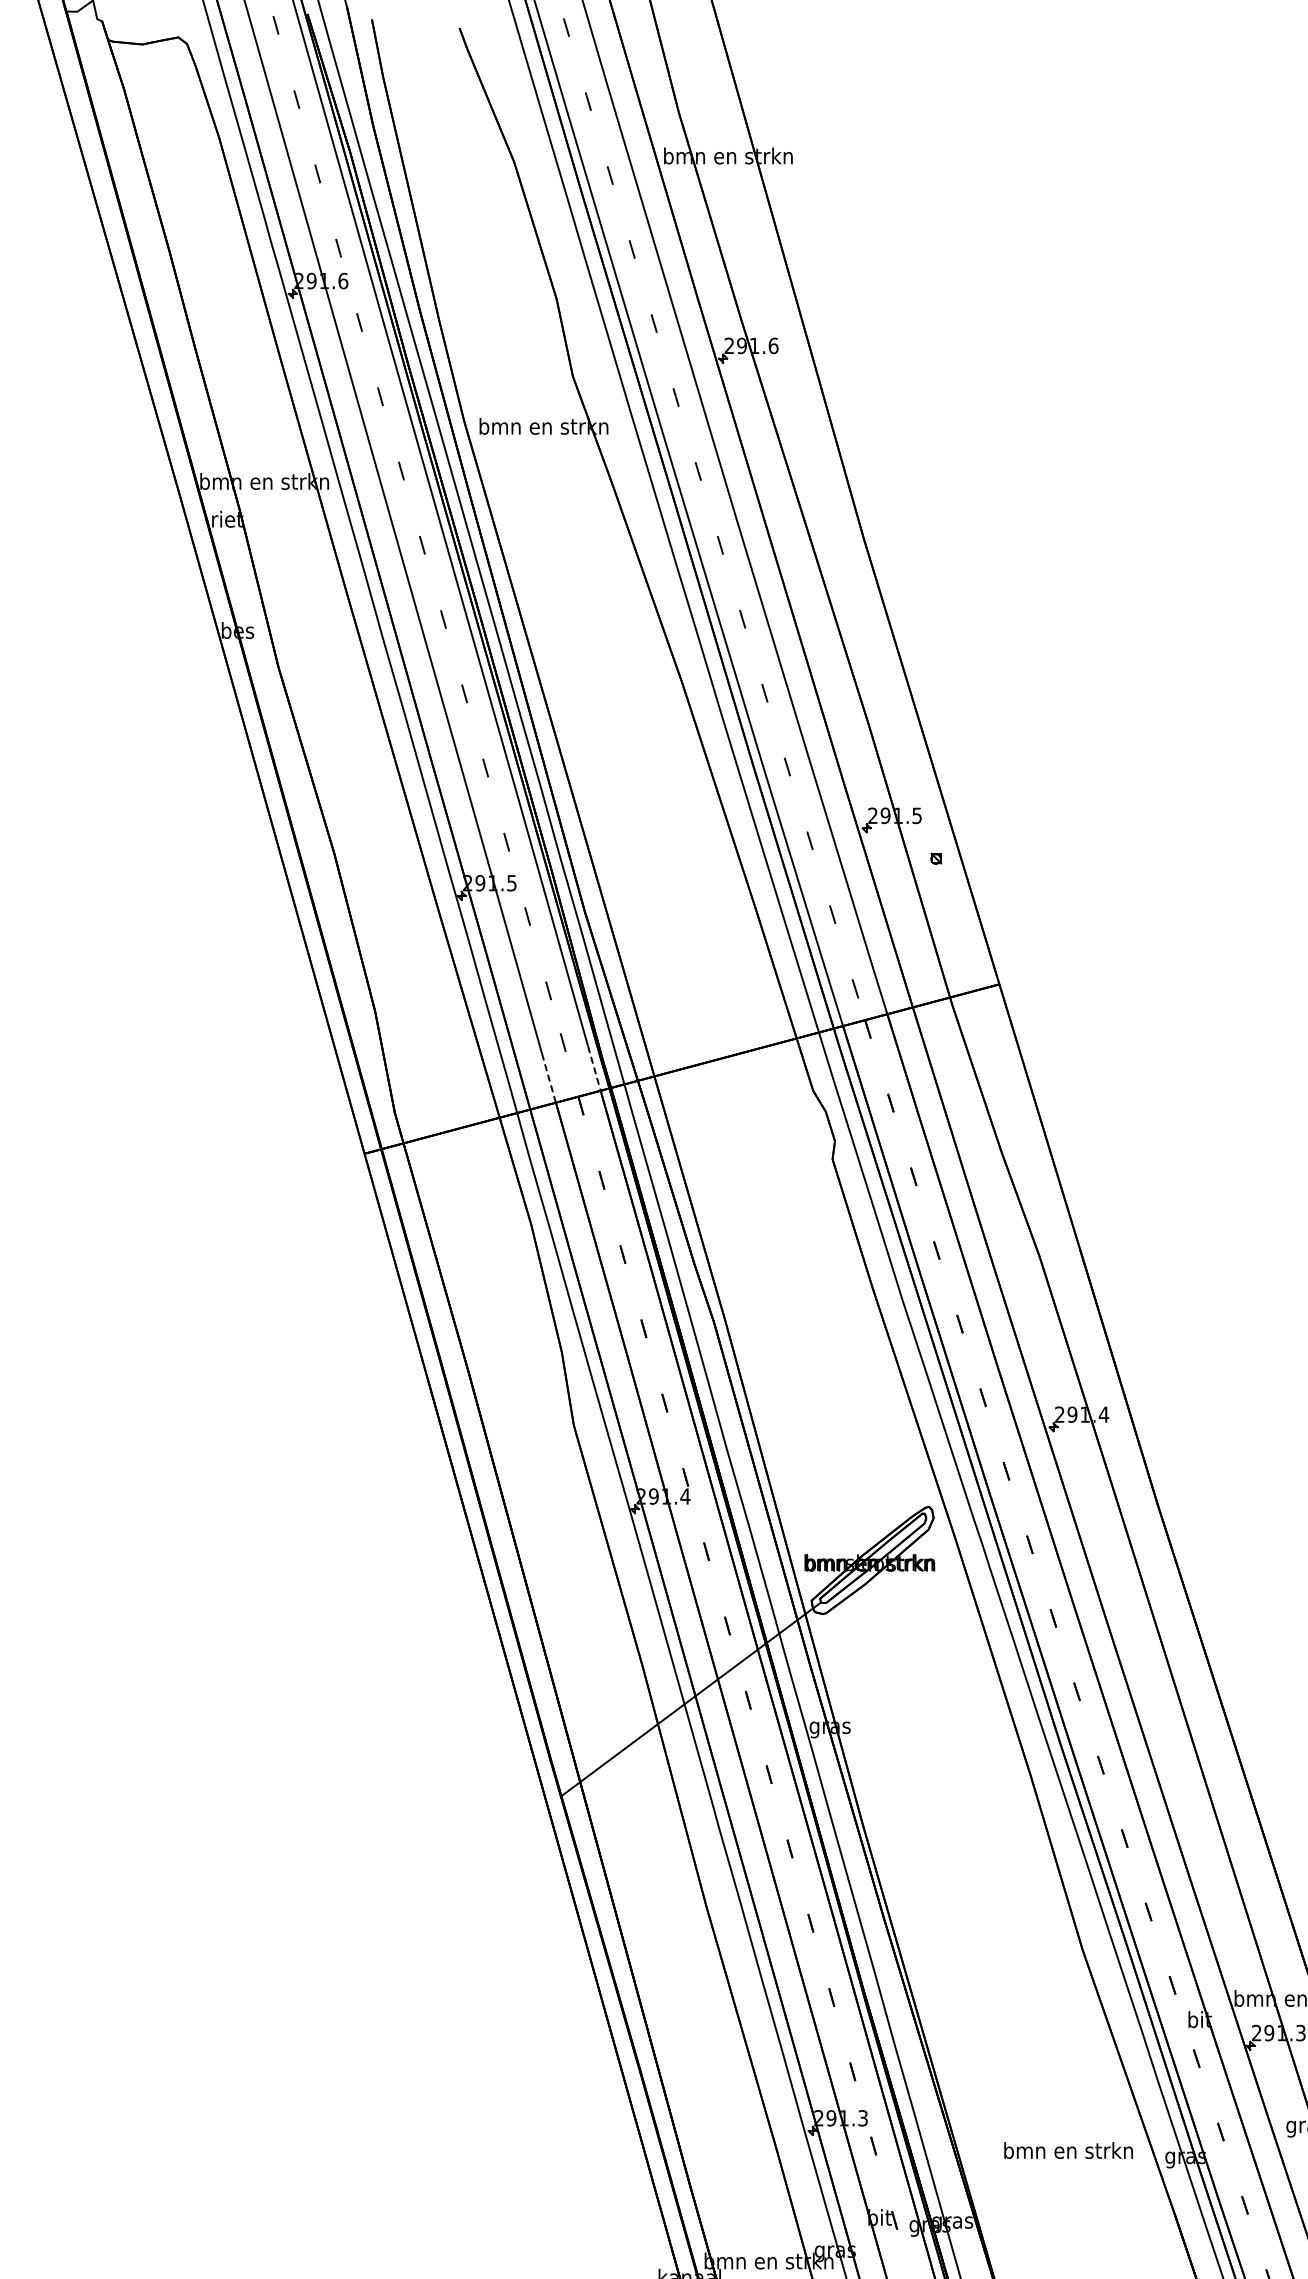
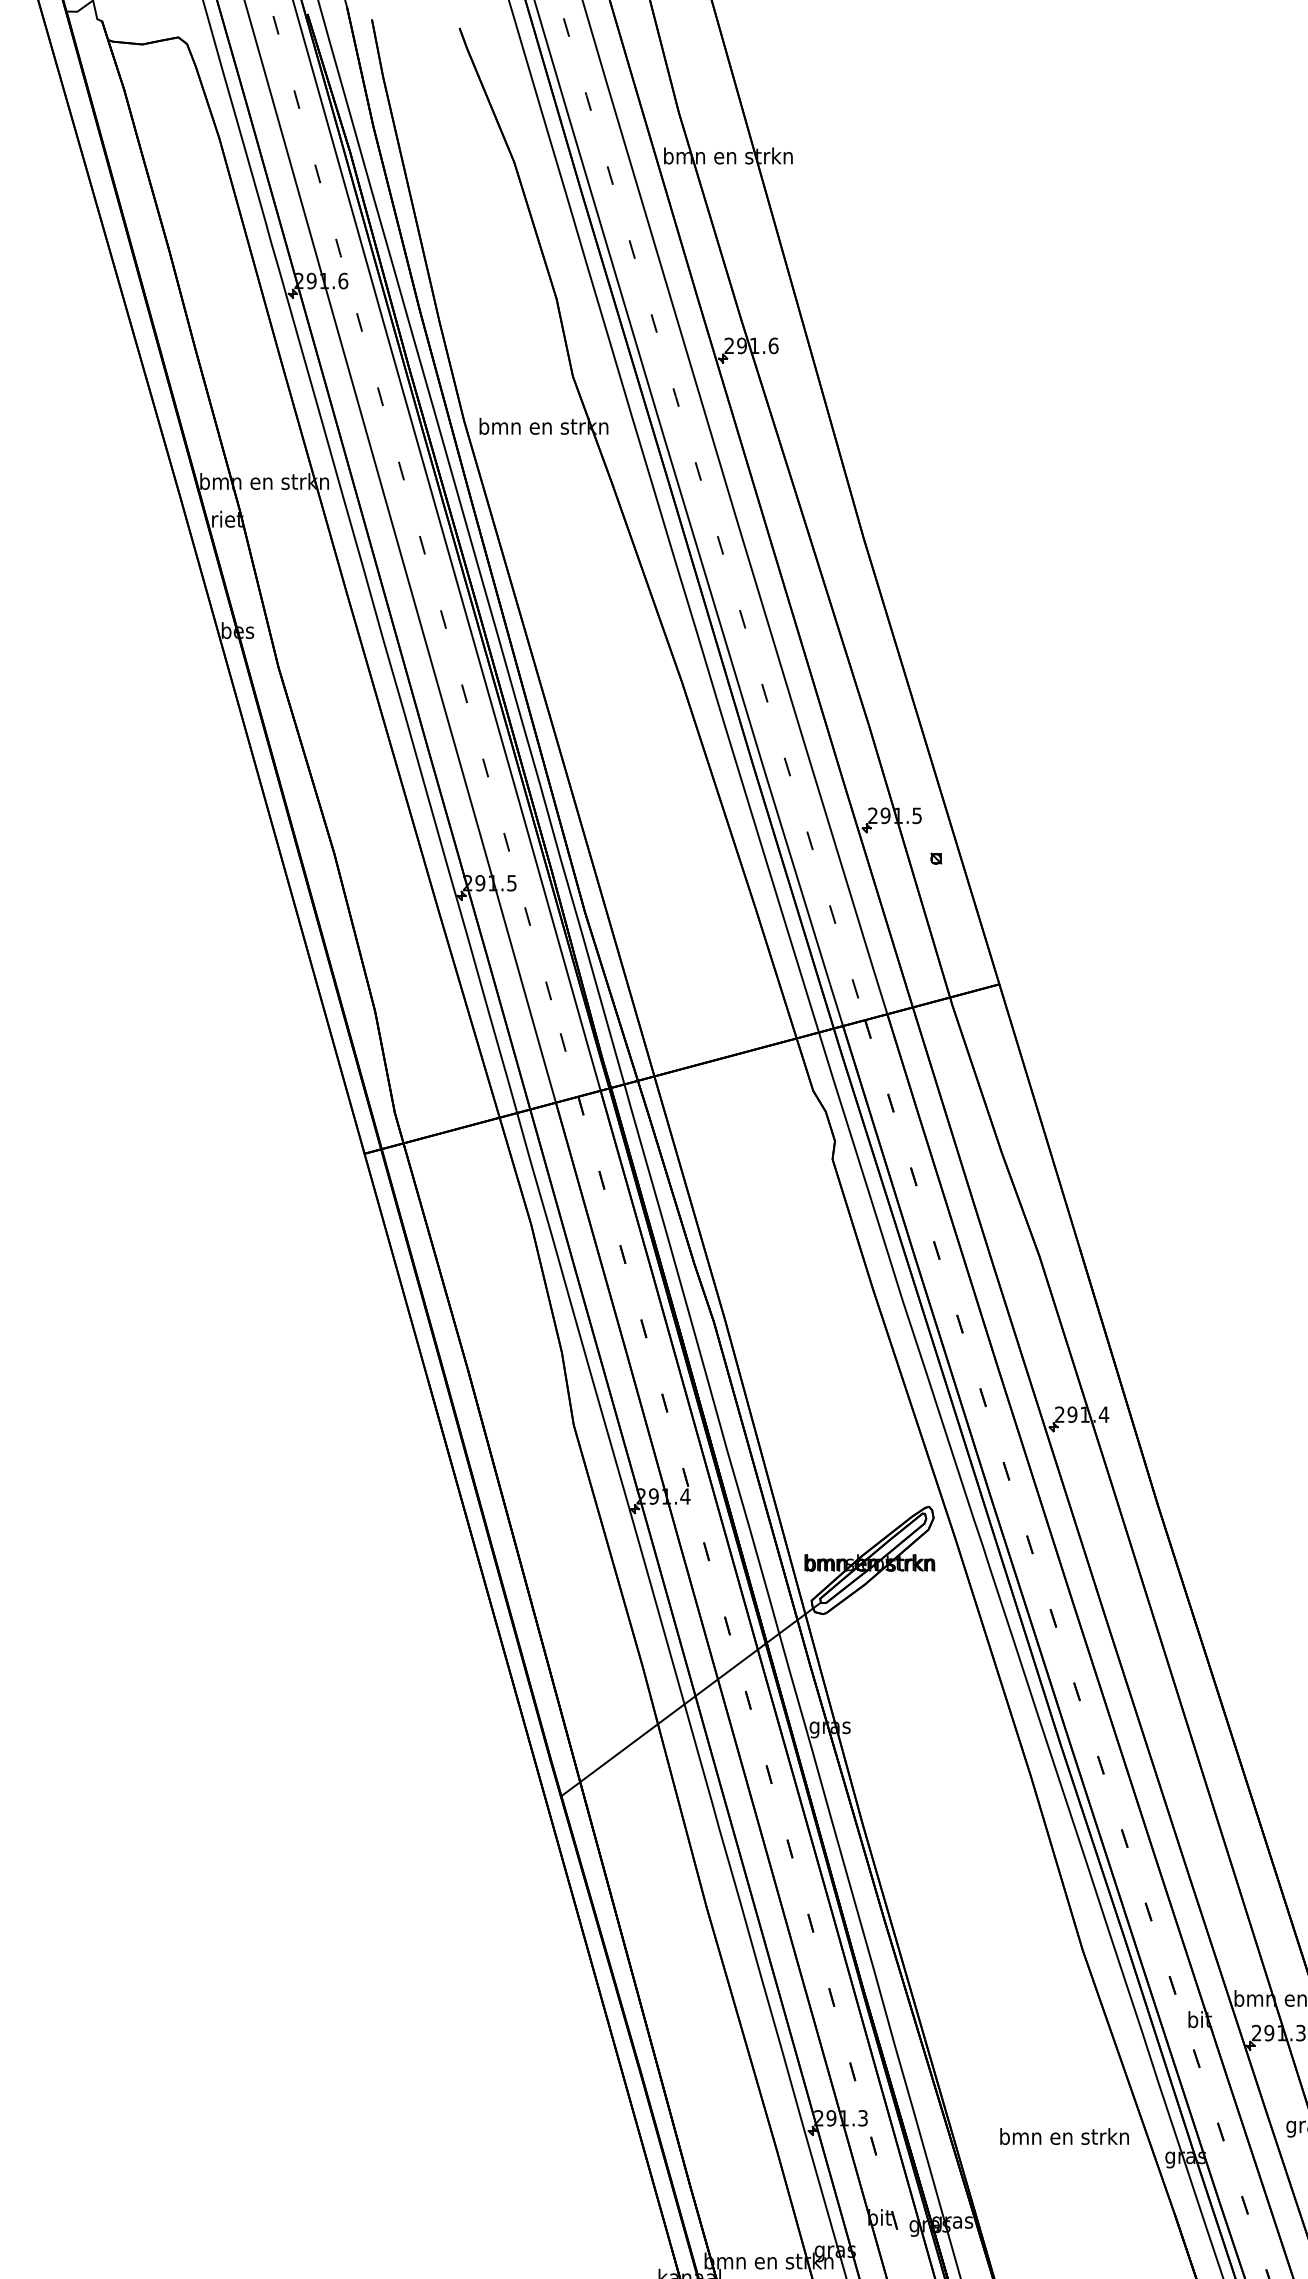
line at (594, 1069): dashed -> solid
line at (549, 1078): dashed -> solid
text at (1068, 2150) position: (1068, 2150) -> (1064, 2136)
